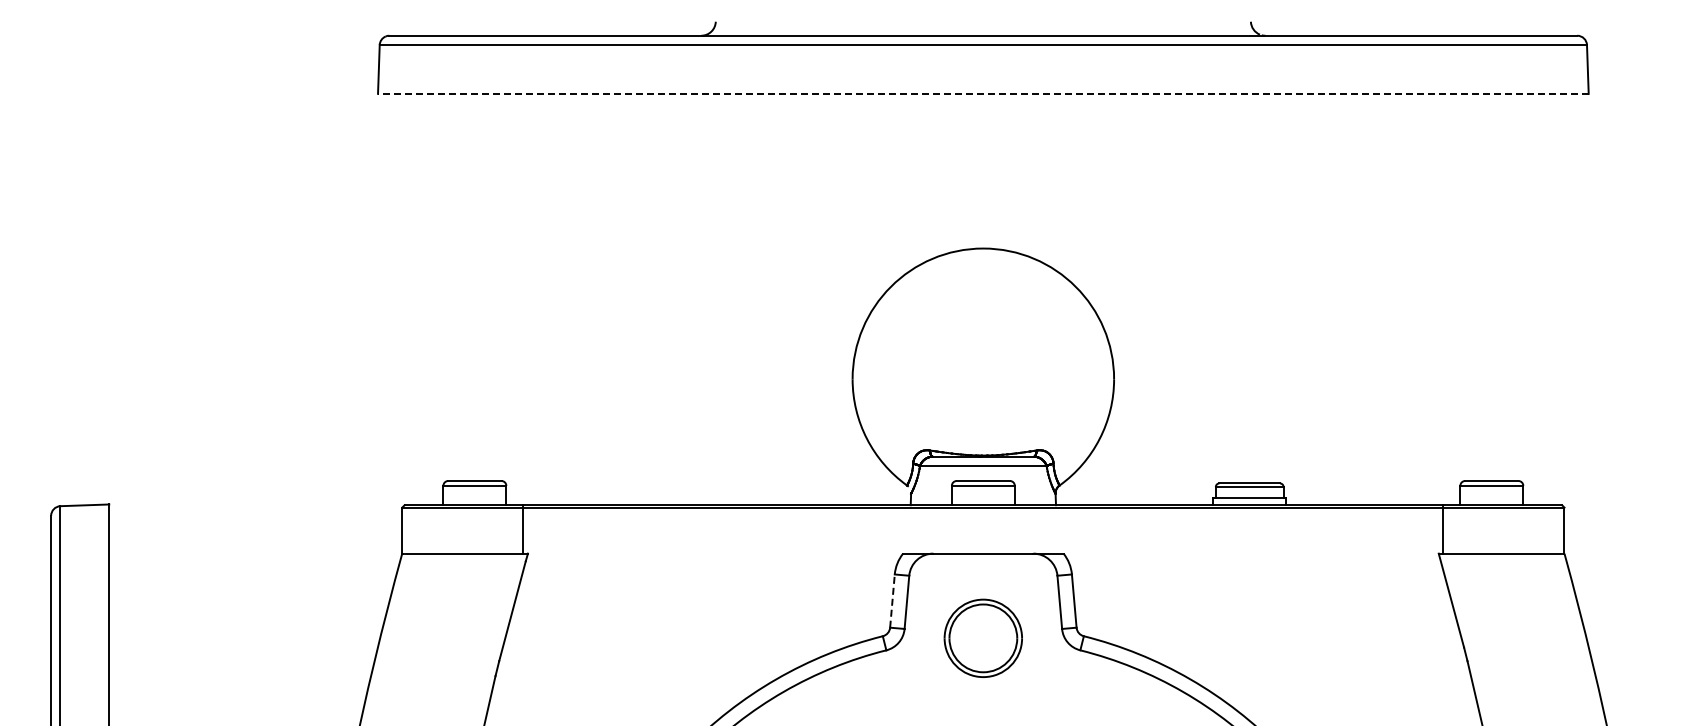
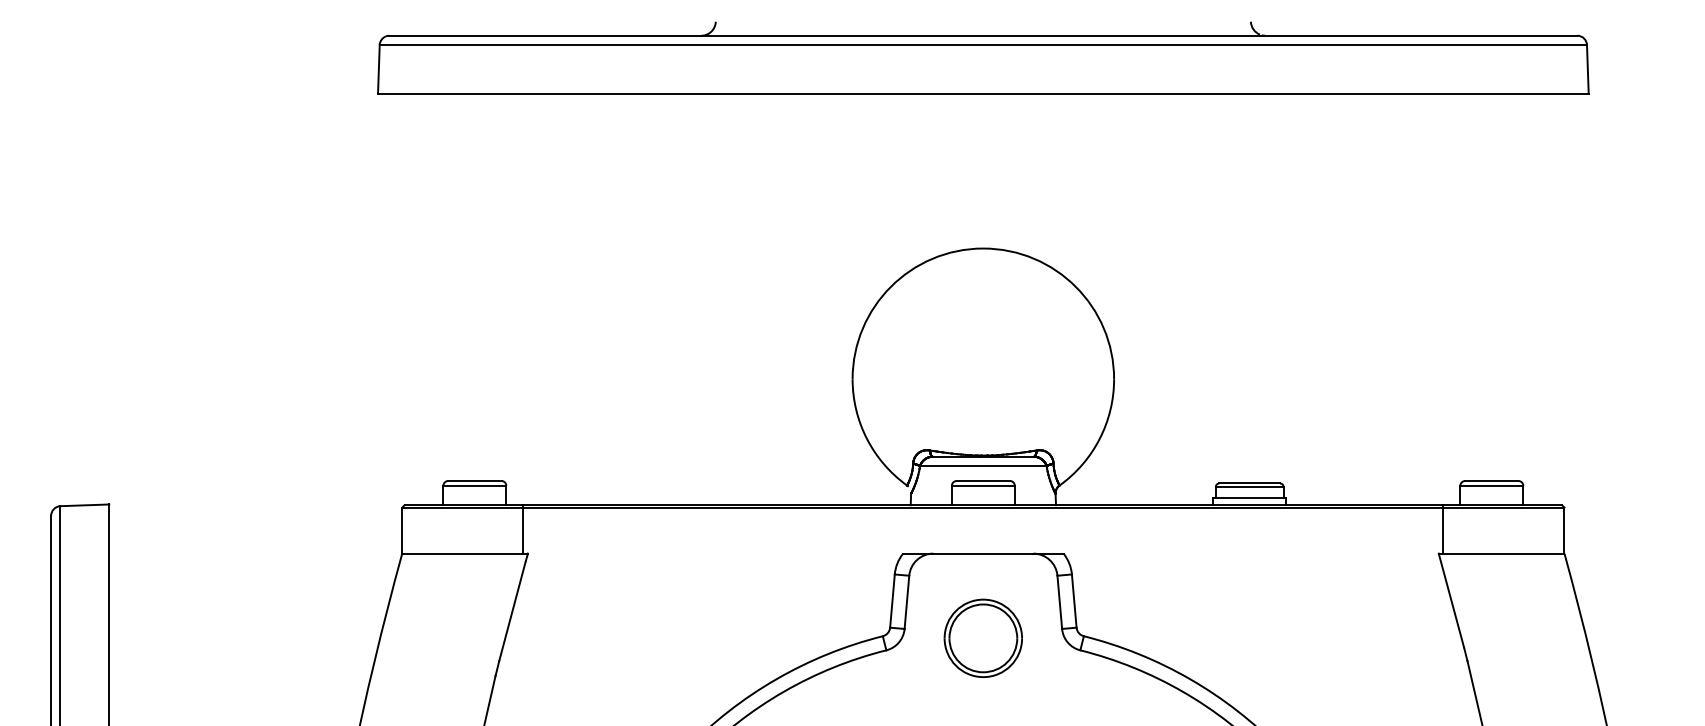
line at (982, 93): dashed -> solid
line at (892, 601): dashed -> solid
